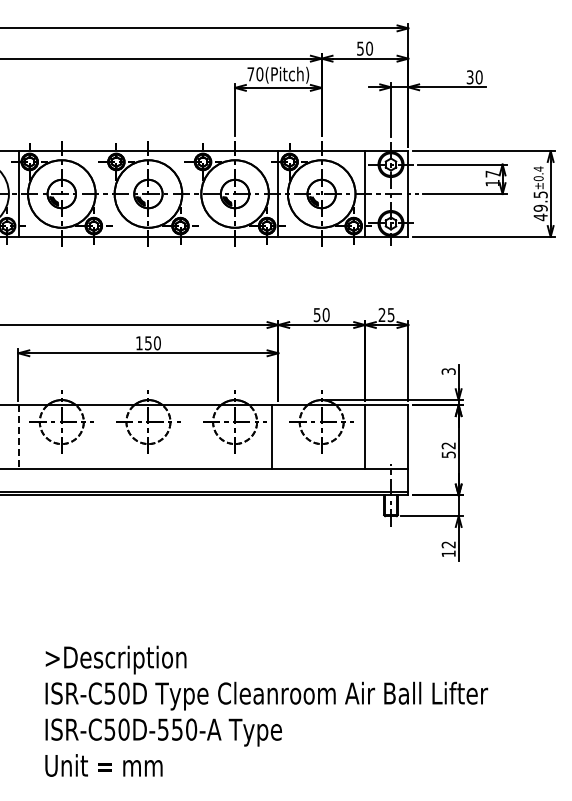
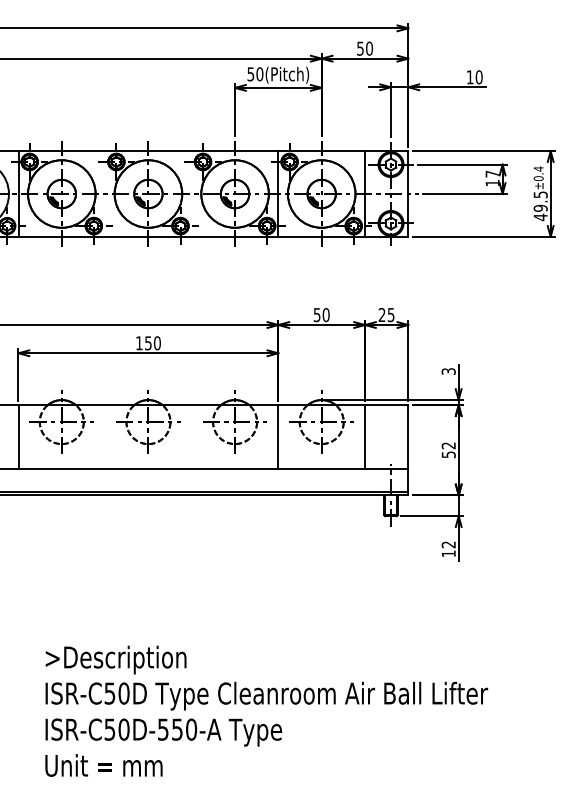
text at (250, 74): 70(Pitch) -> 50(Pitch)
text at (469, 77): 30 -> 10
line at (18, 437): dashed -> solid
line at (272, 437) position: (272, 437) -> (278, 437)
